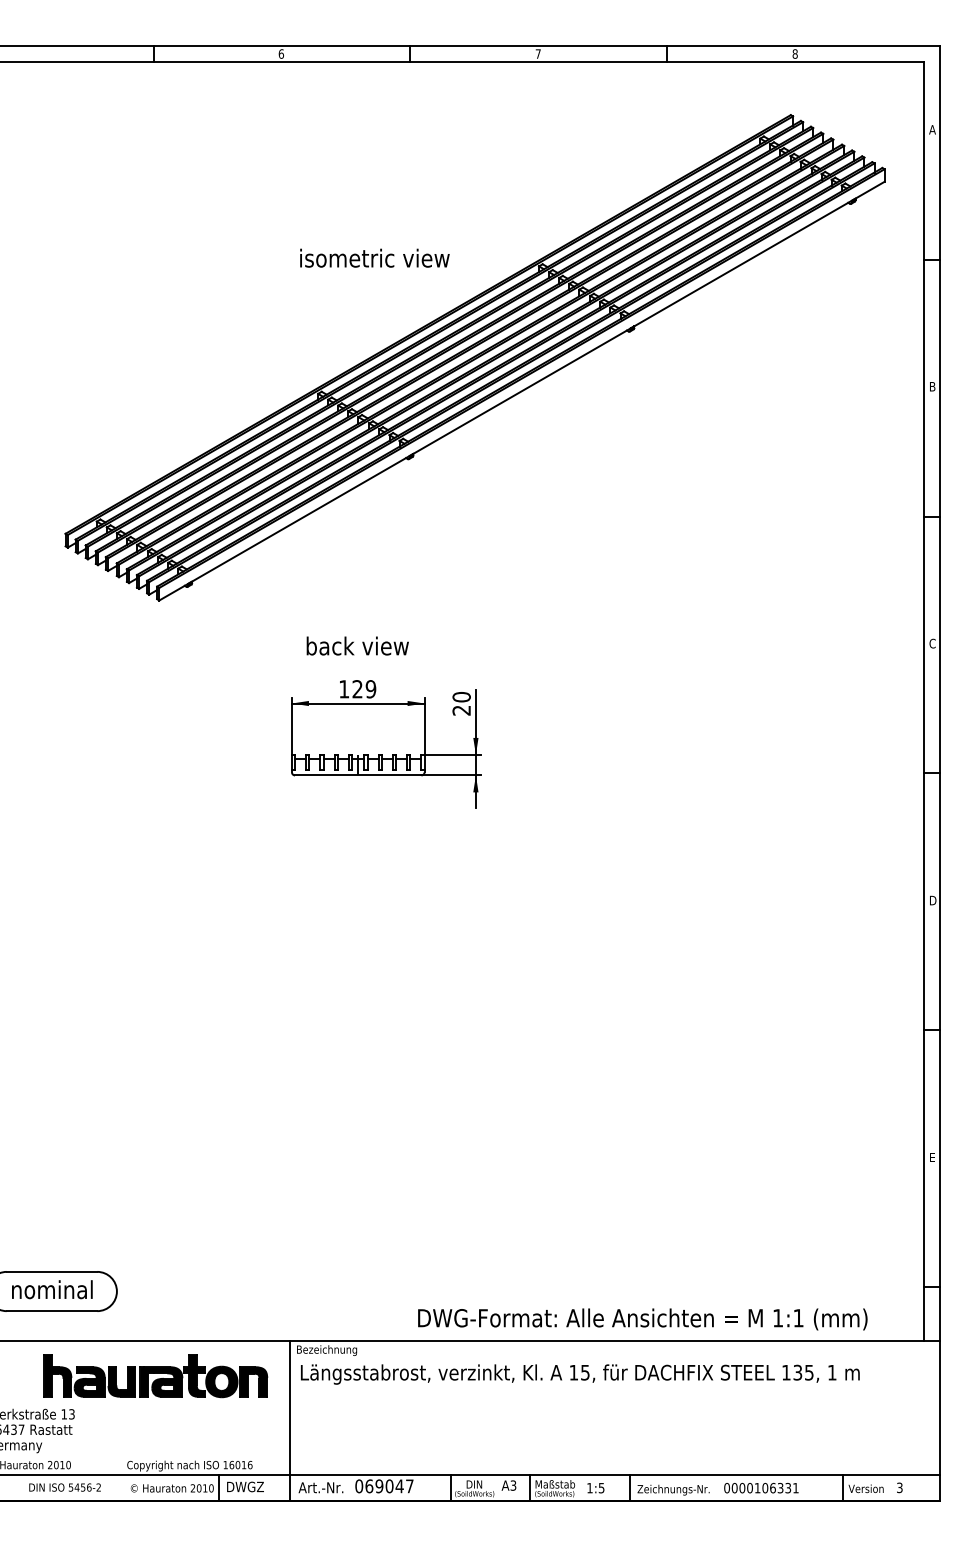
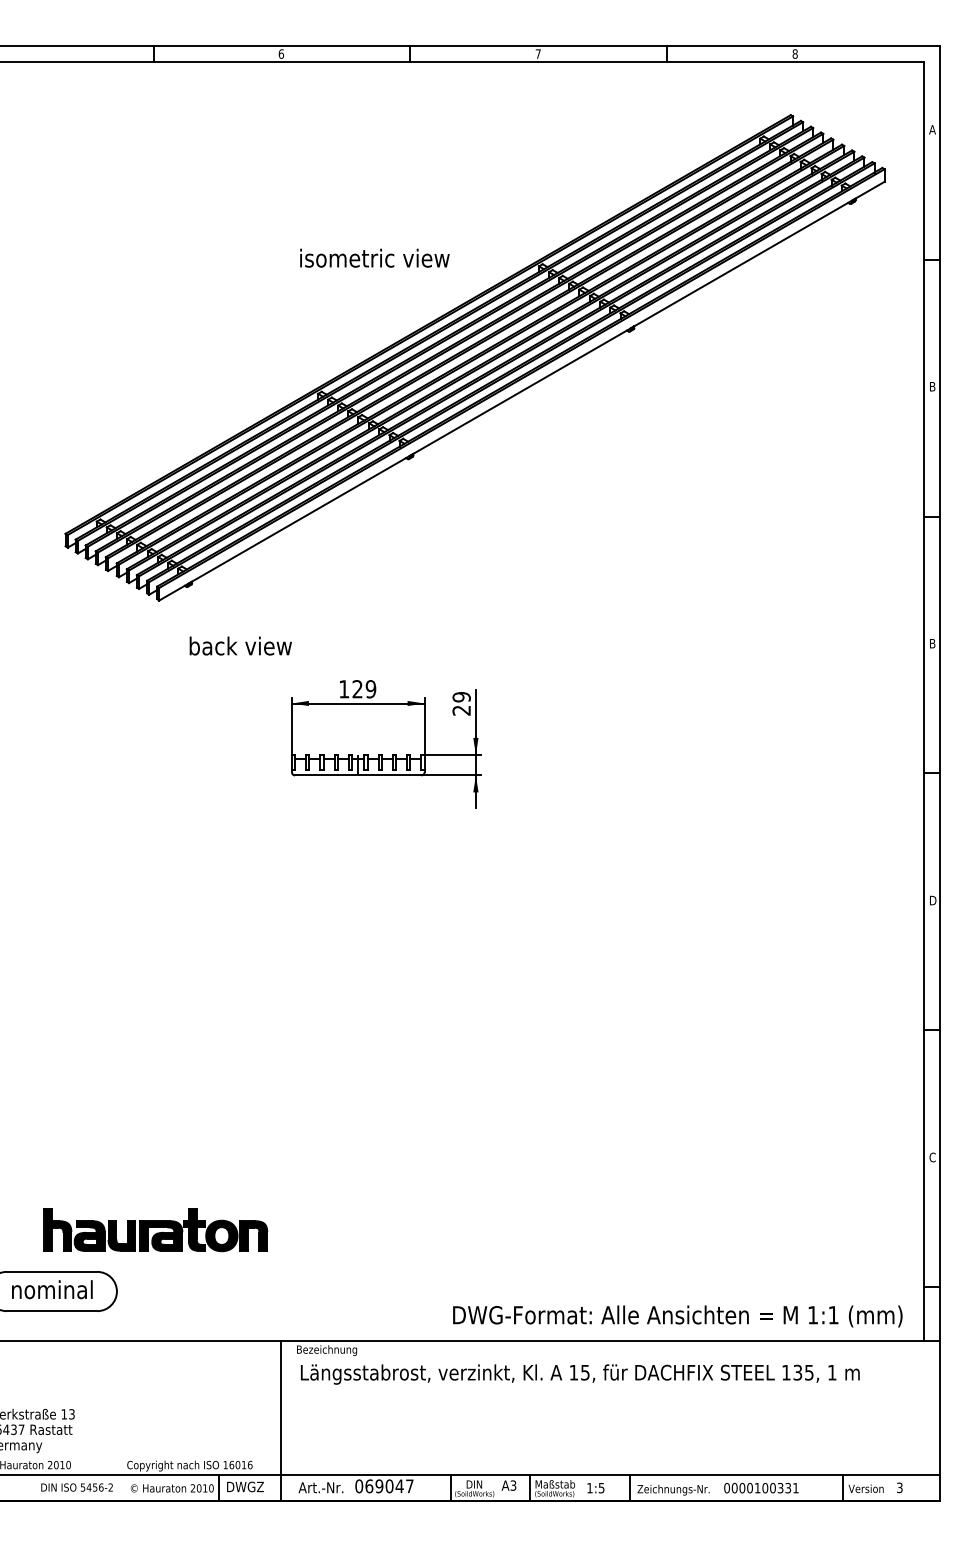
text at (932, 643): C -> B
text at (357, 645) position: (357, 645) -> (240, 645)
text at (461, 697): 20 -> 29
text at (932, 1157): E -> C
text at (642, 1319) position: (642, 1319) -> (677, 1316)
part at (155, 1376) position: (155, 1376) -> (155, 1230)
line at (289, 1420) position: (289, 1420) -> (280, 1420)
text at (64, 1487) position: (64, 1487) -> (76, 1487)
text at (772, 1487): 0000106331 -> 0000100331
